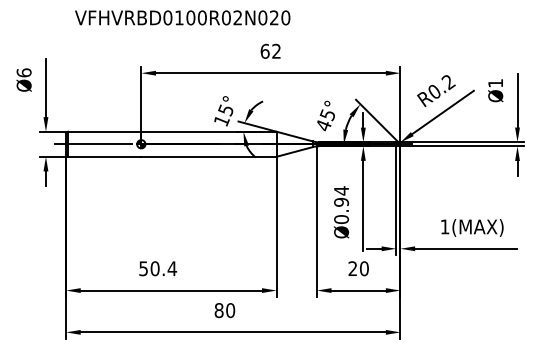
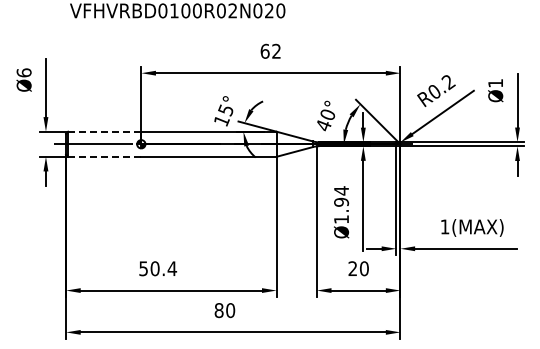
text at (182, 17) position: (182, 17) -> (177, 10)
text at (327, 115): 45° -> 40°
line at (104, 131): solid -> dashed
line at (104, 156): solid -> dashed
text at (341, 219): Ø0.94 -> Ø1.94
